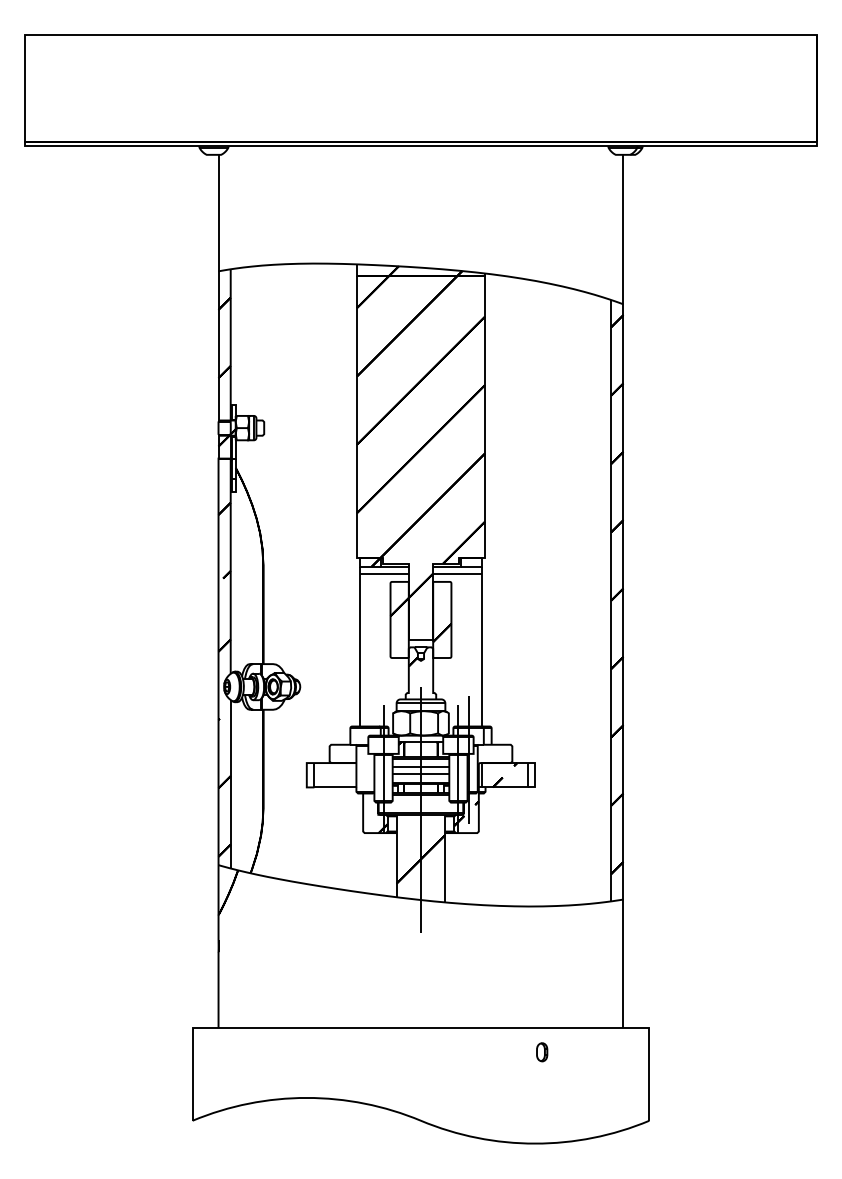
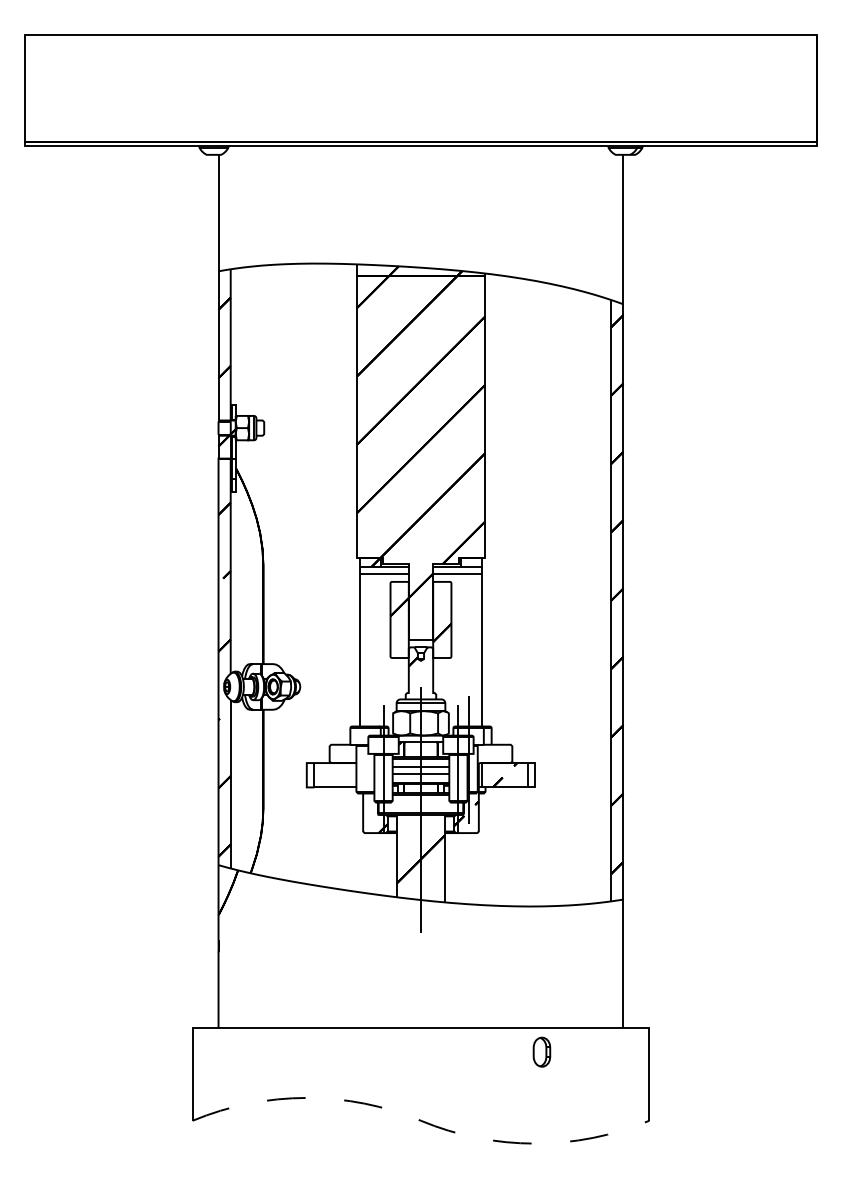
part at (542, 1052) size: 13x21 px -> 20x32 px
line at (421, 1120): solid -> dashed
